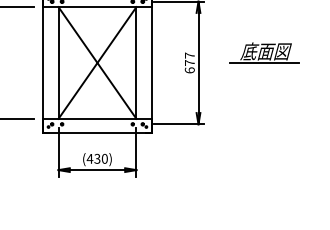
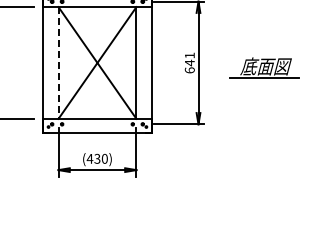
part at (264, 52) position: (264, 52) -> (264, 67)
text at (189, 59): 677 -> 641
line at (58, 62): solid -> dashed
